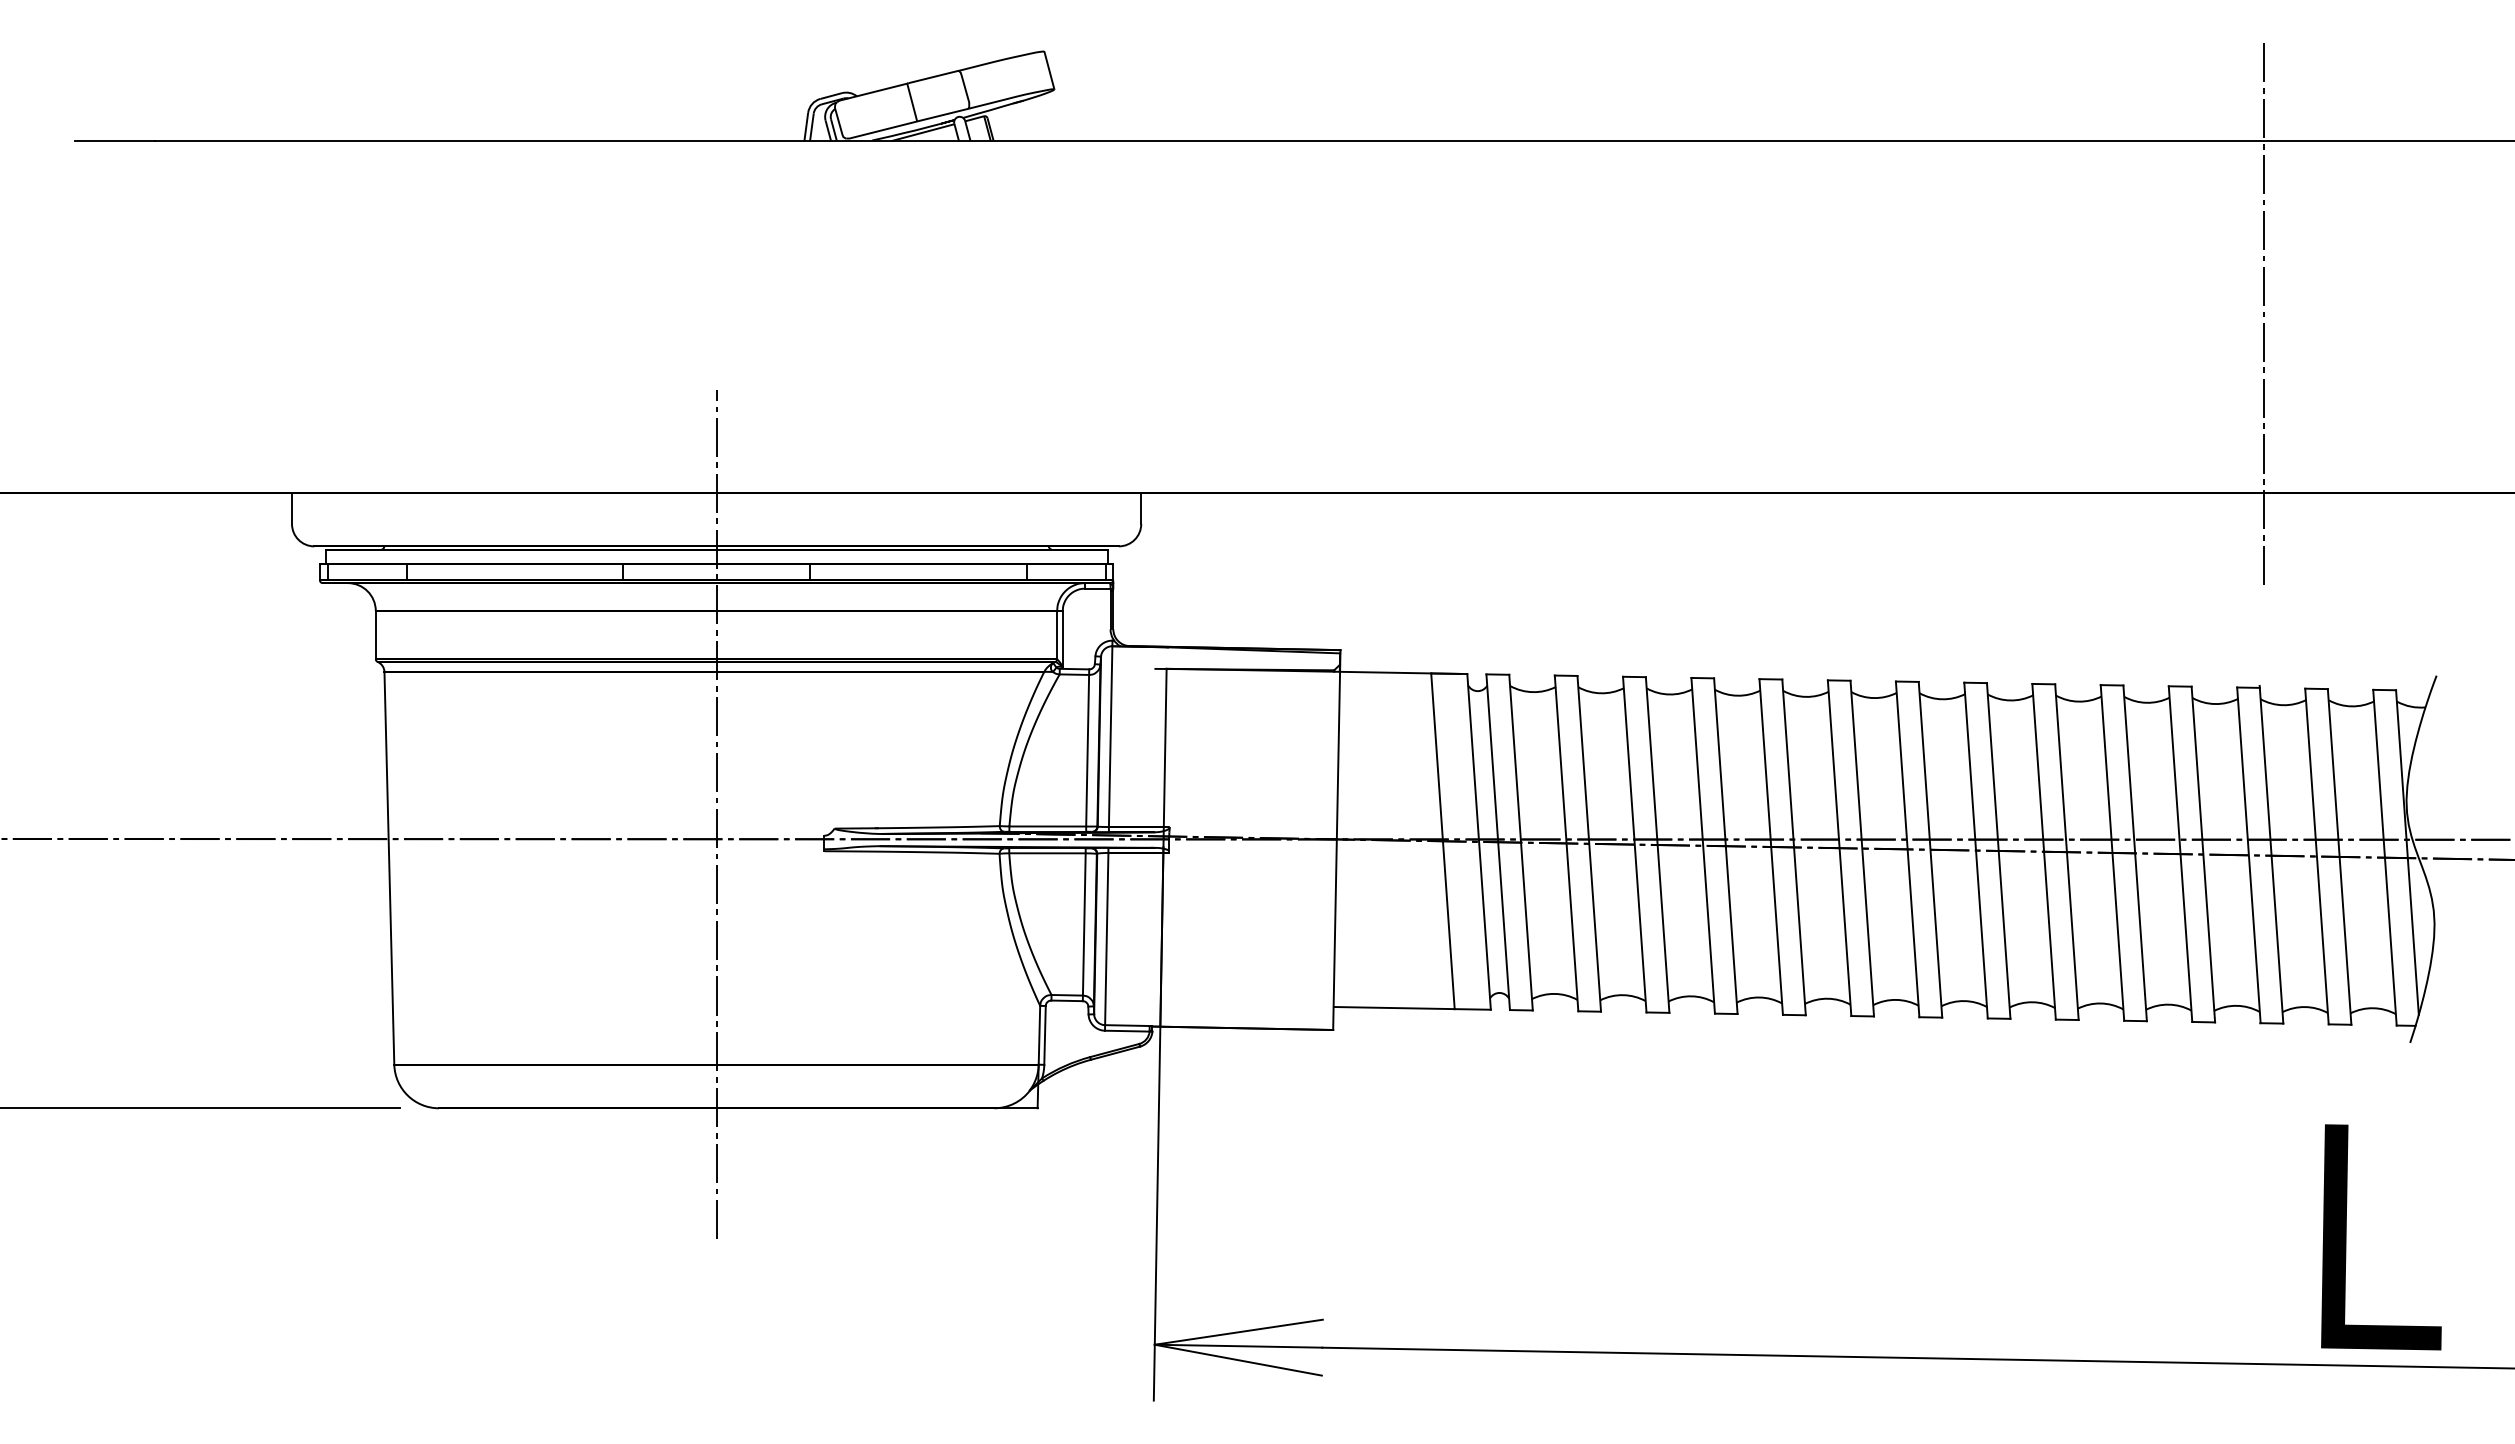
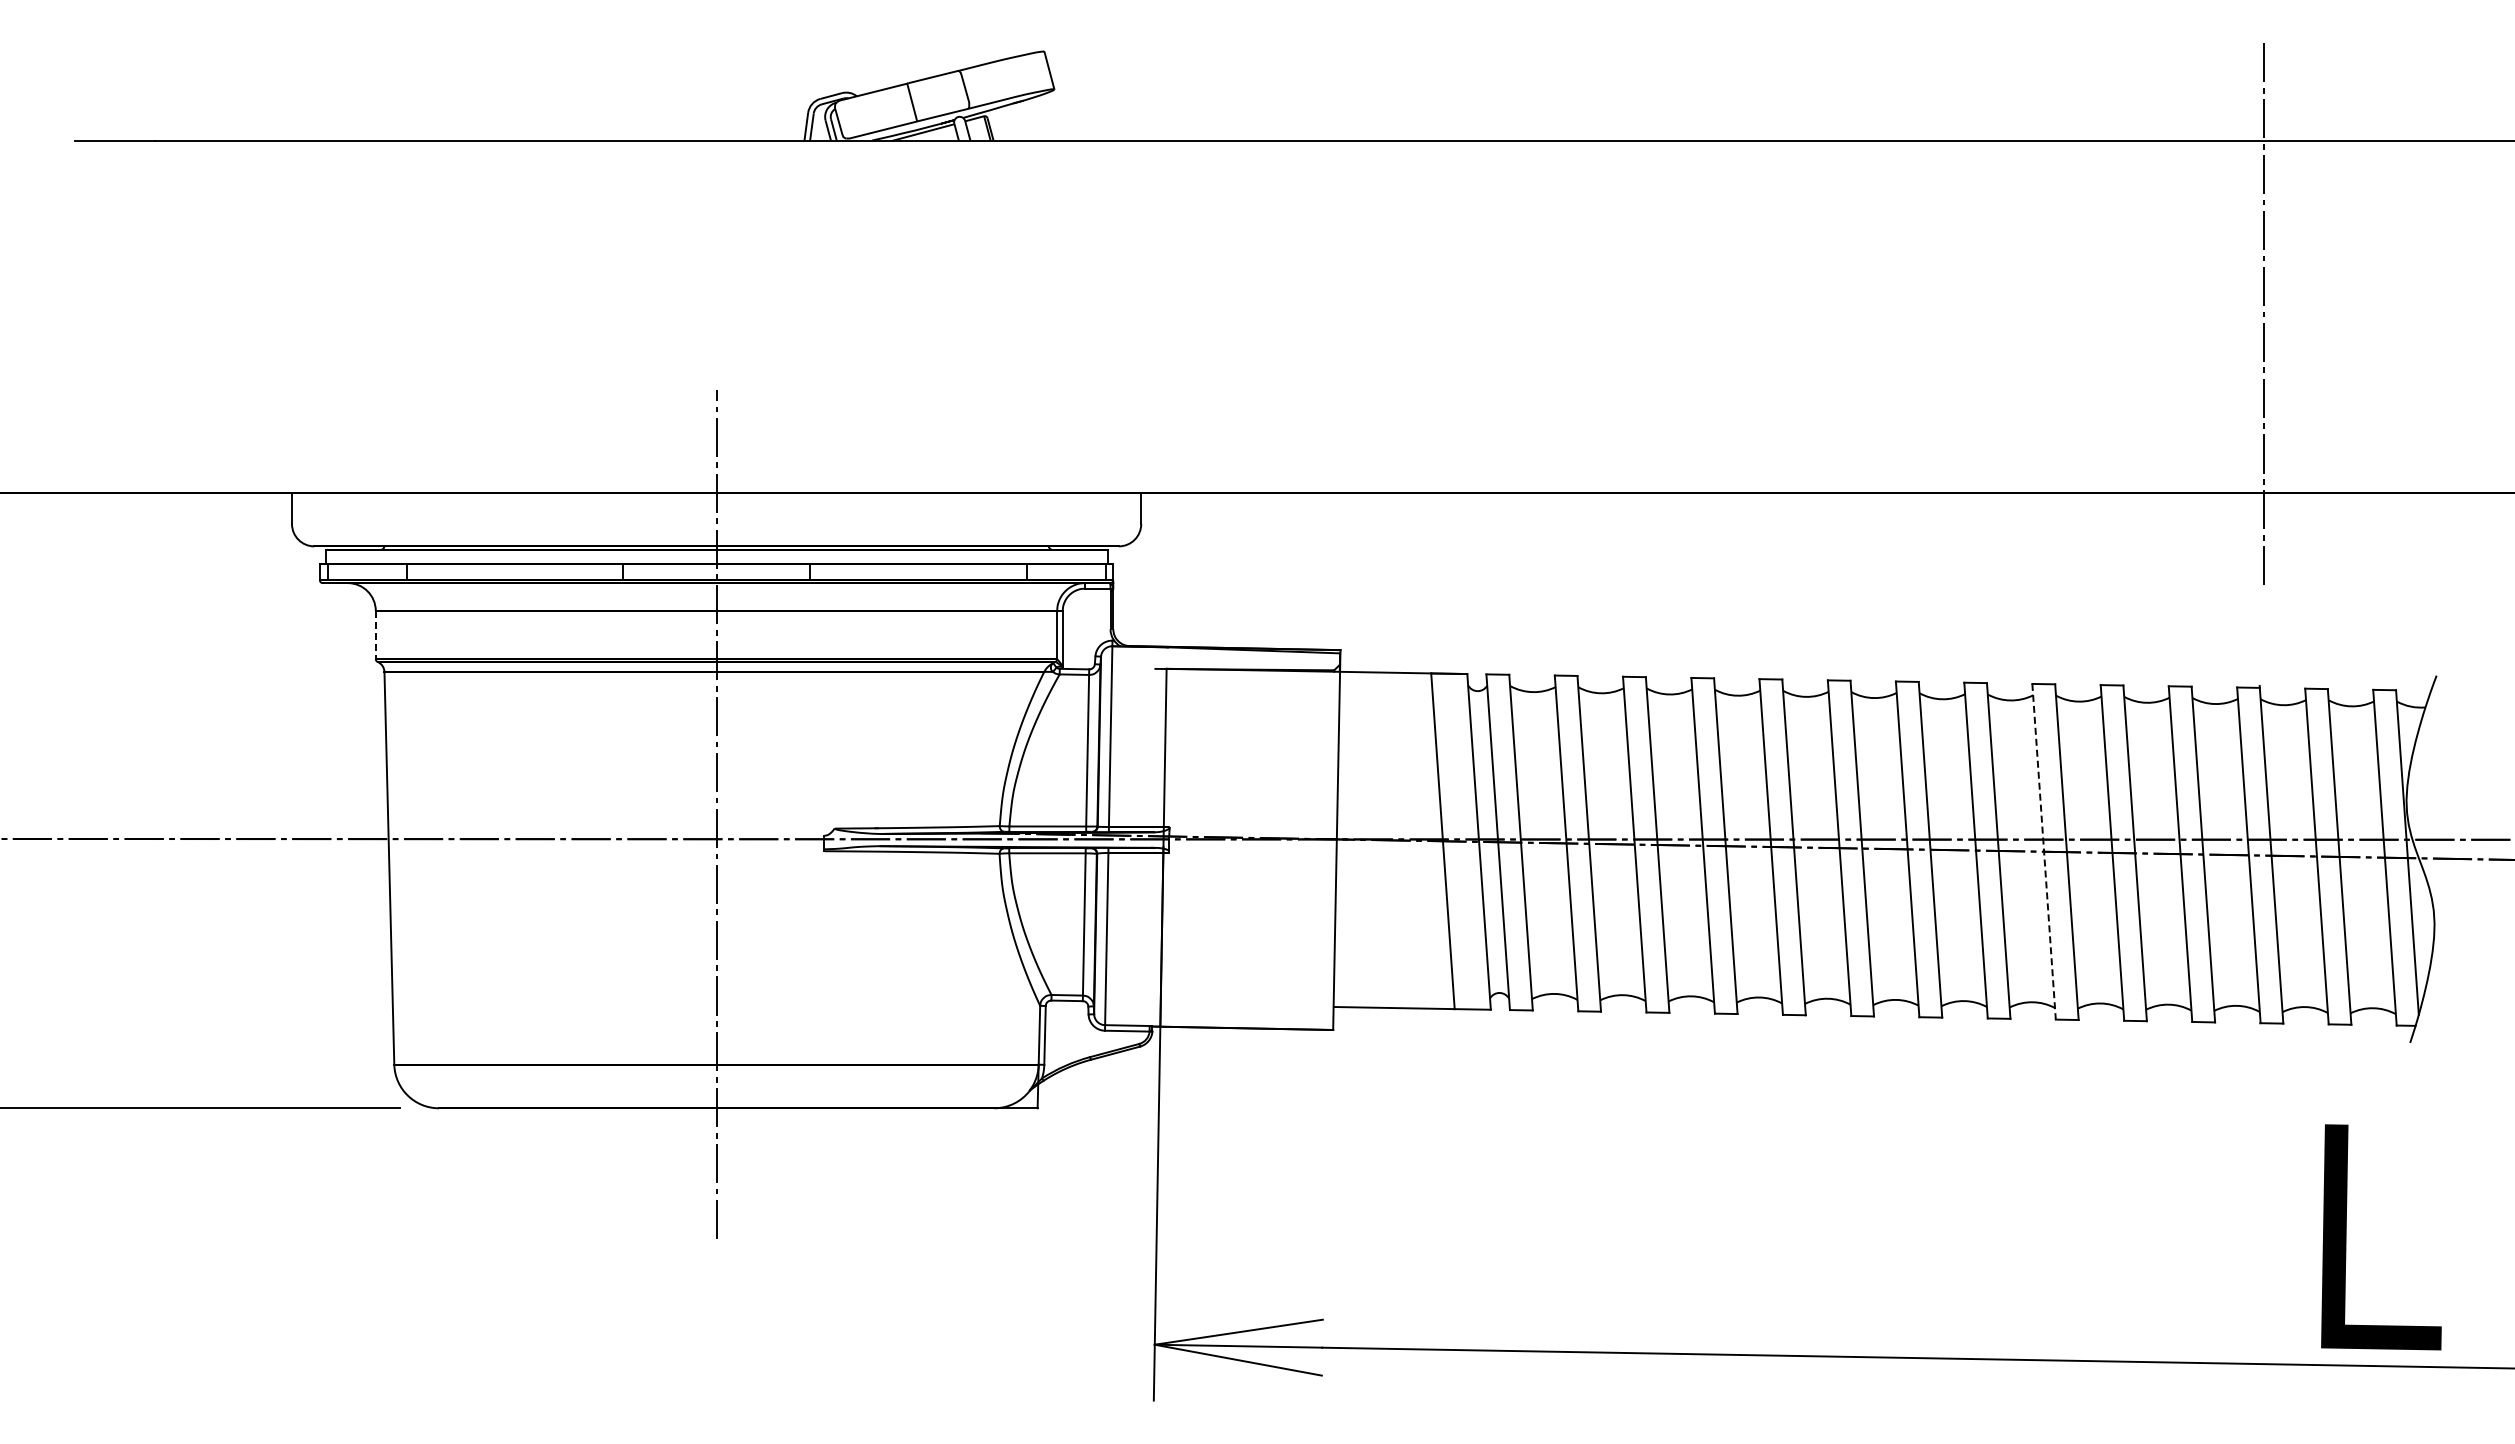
line at (375, 635): solid -> dashed
line at (2044, 852): solid -> dashed
